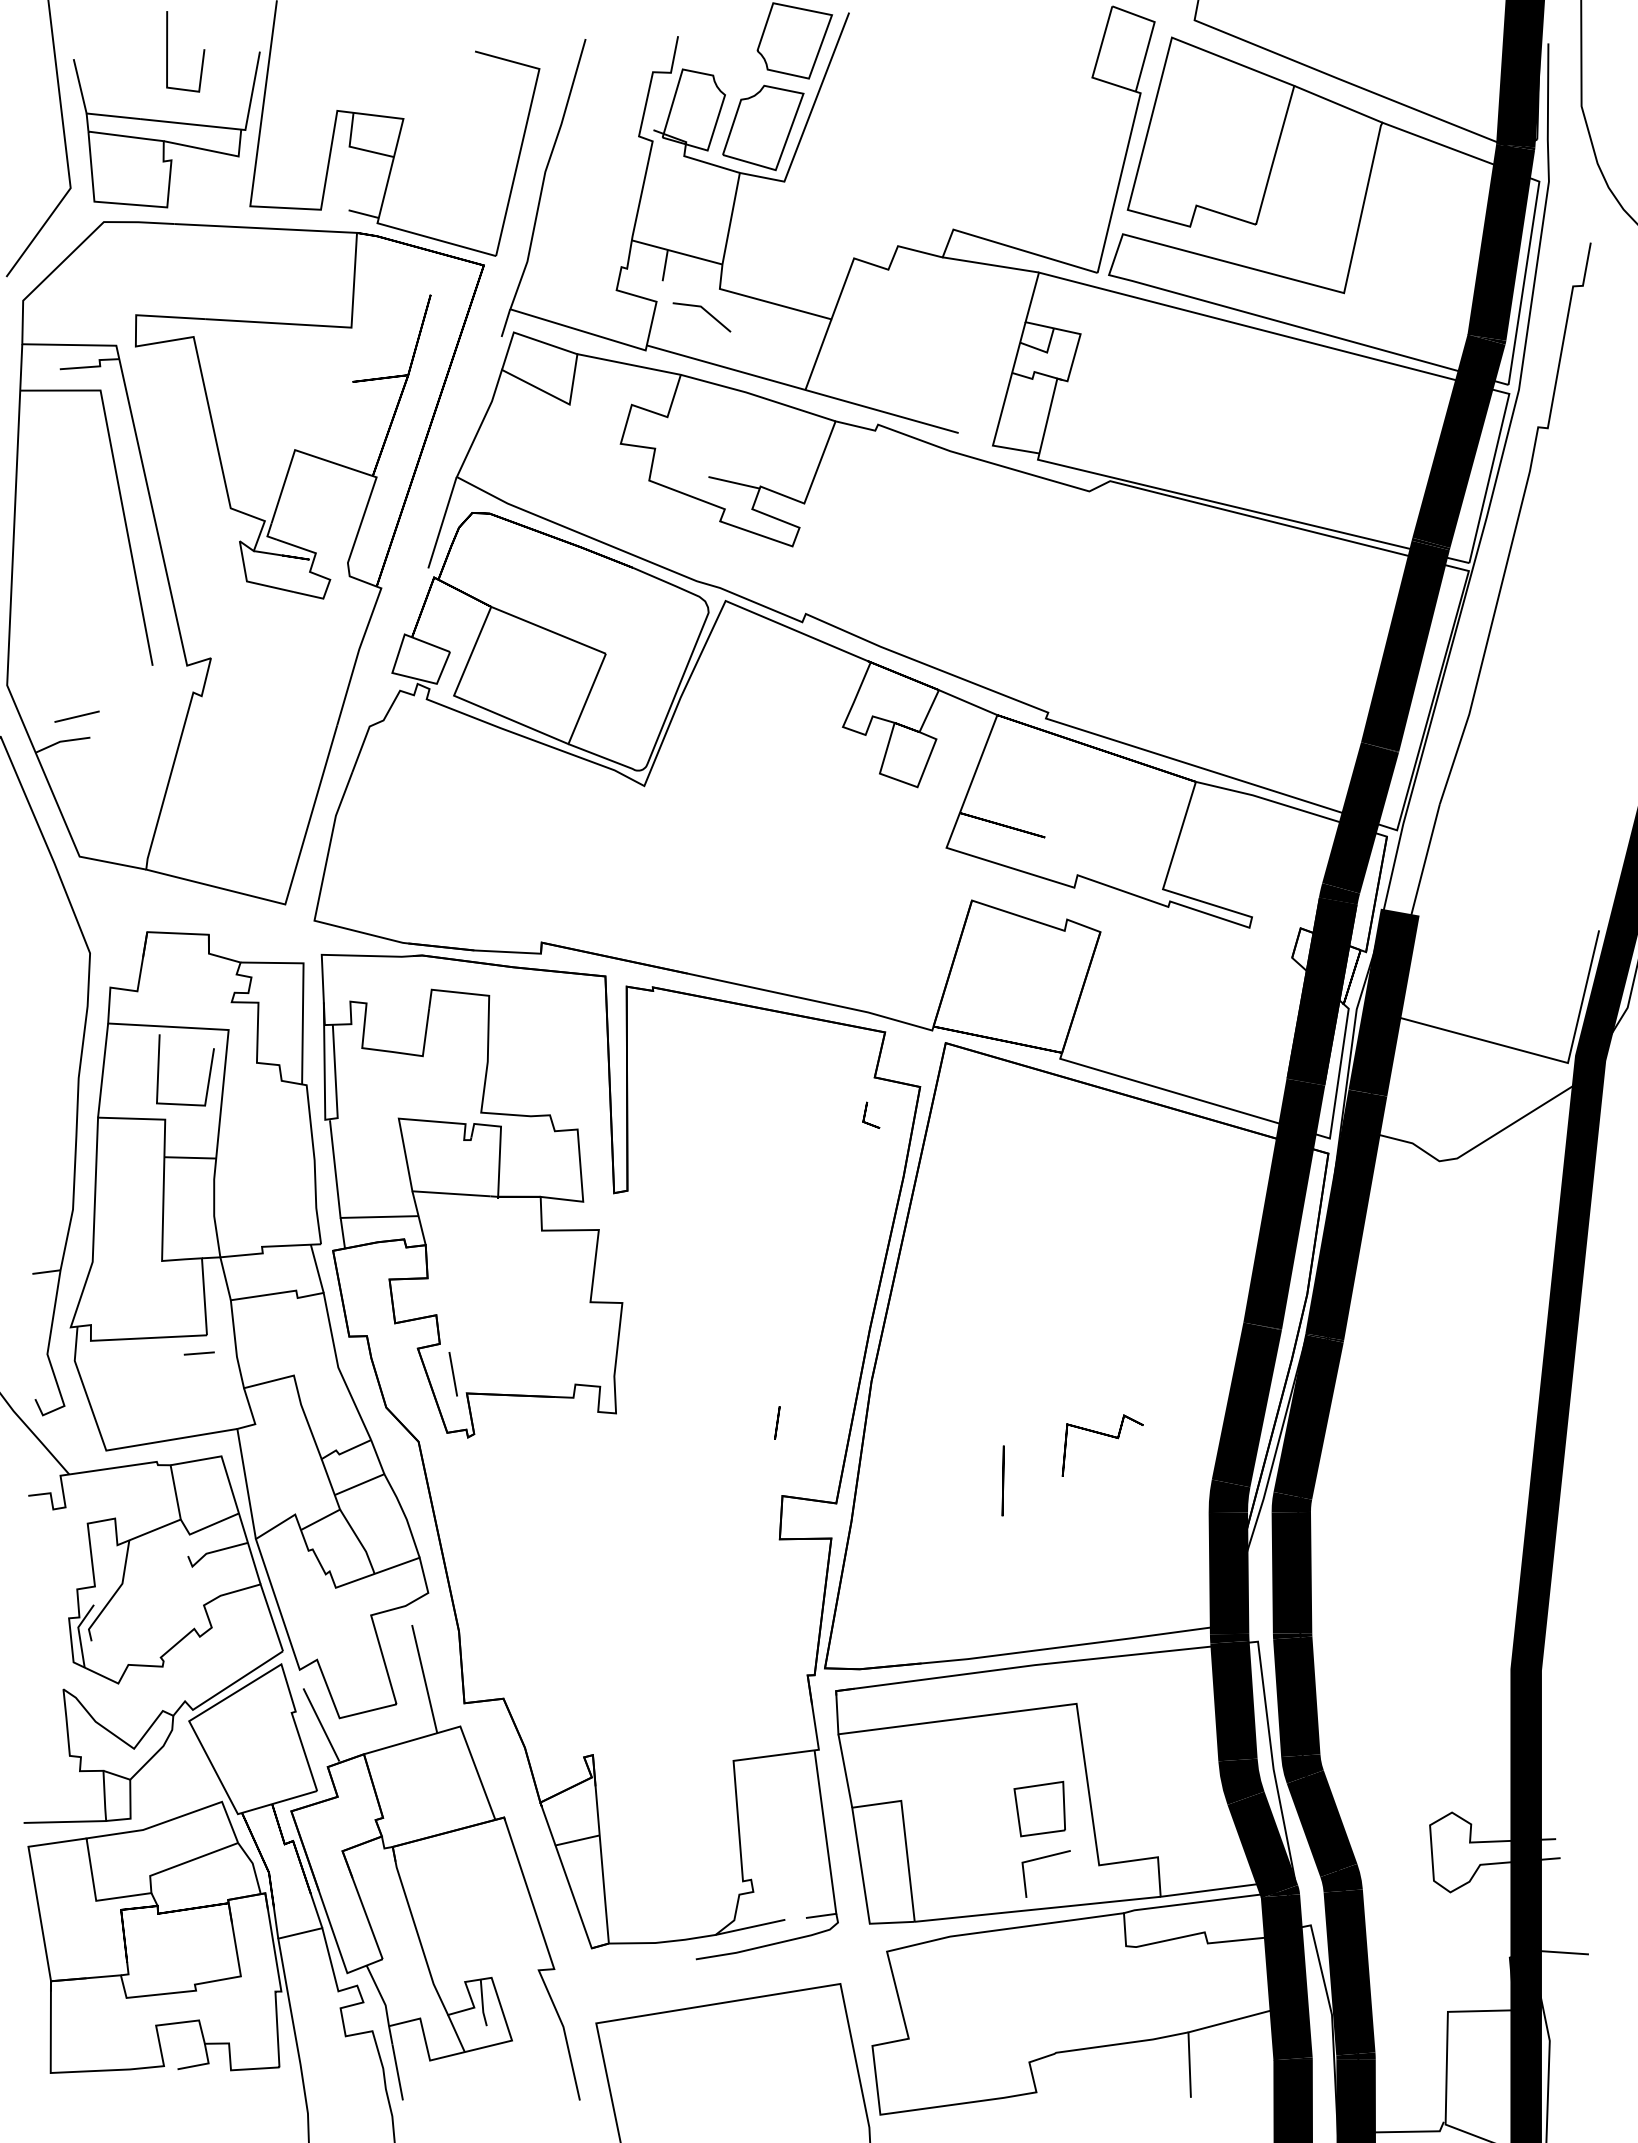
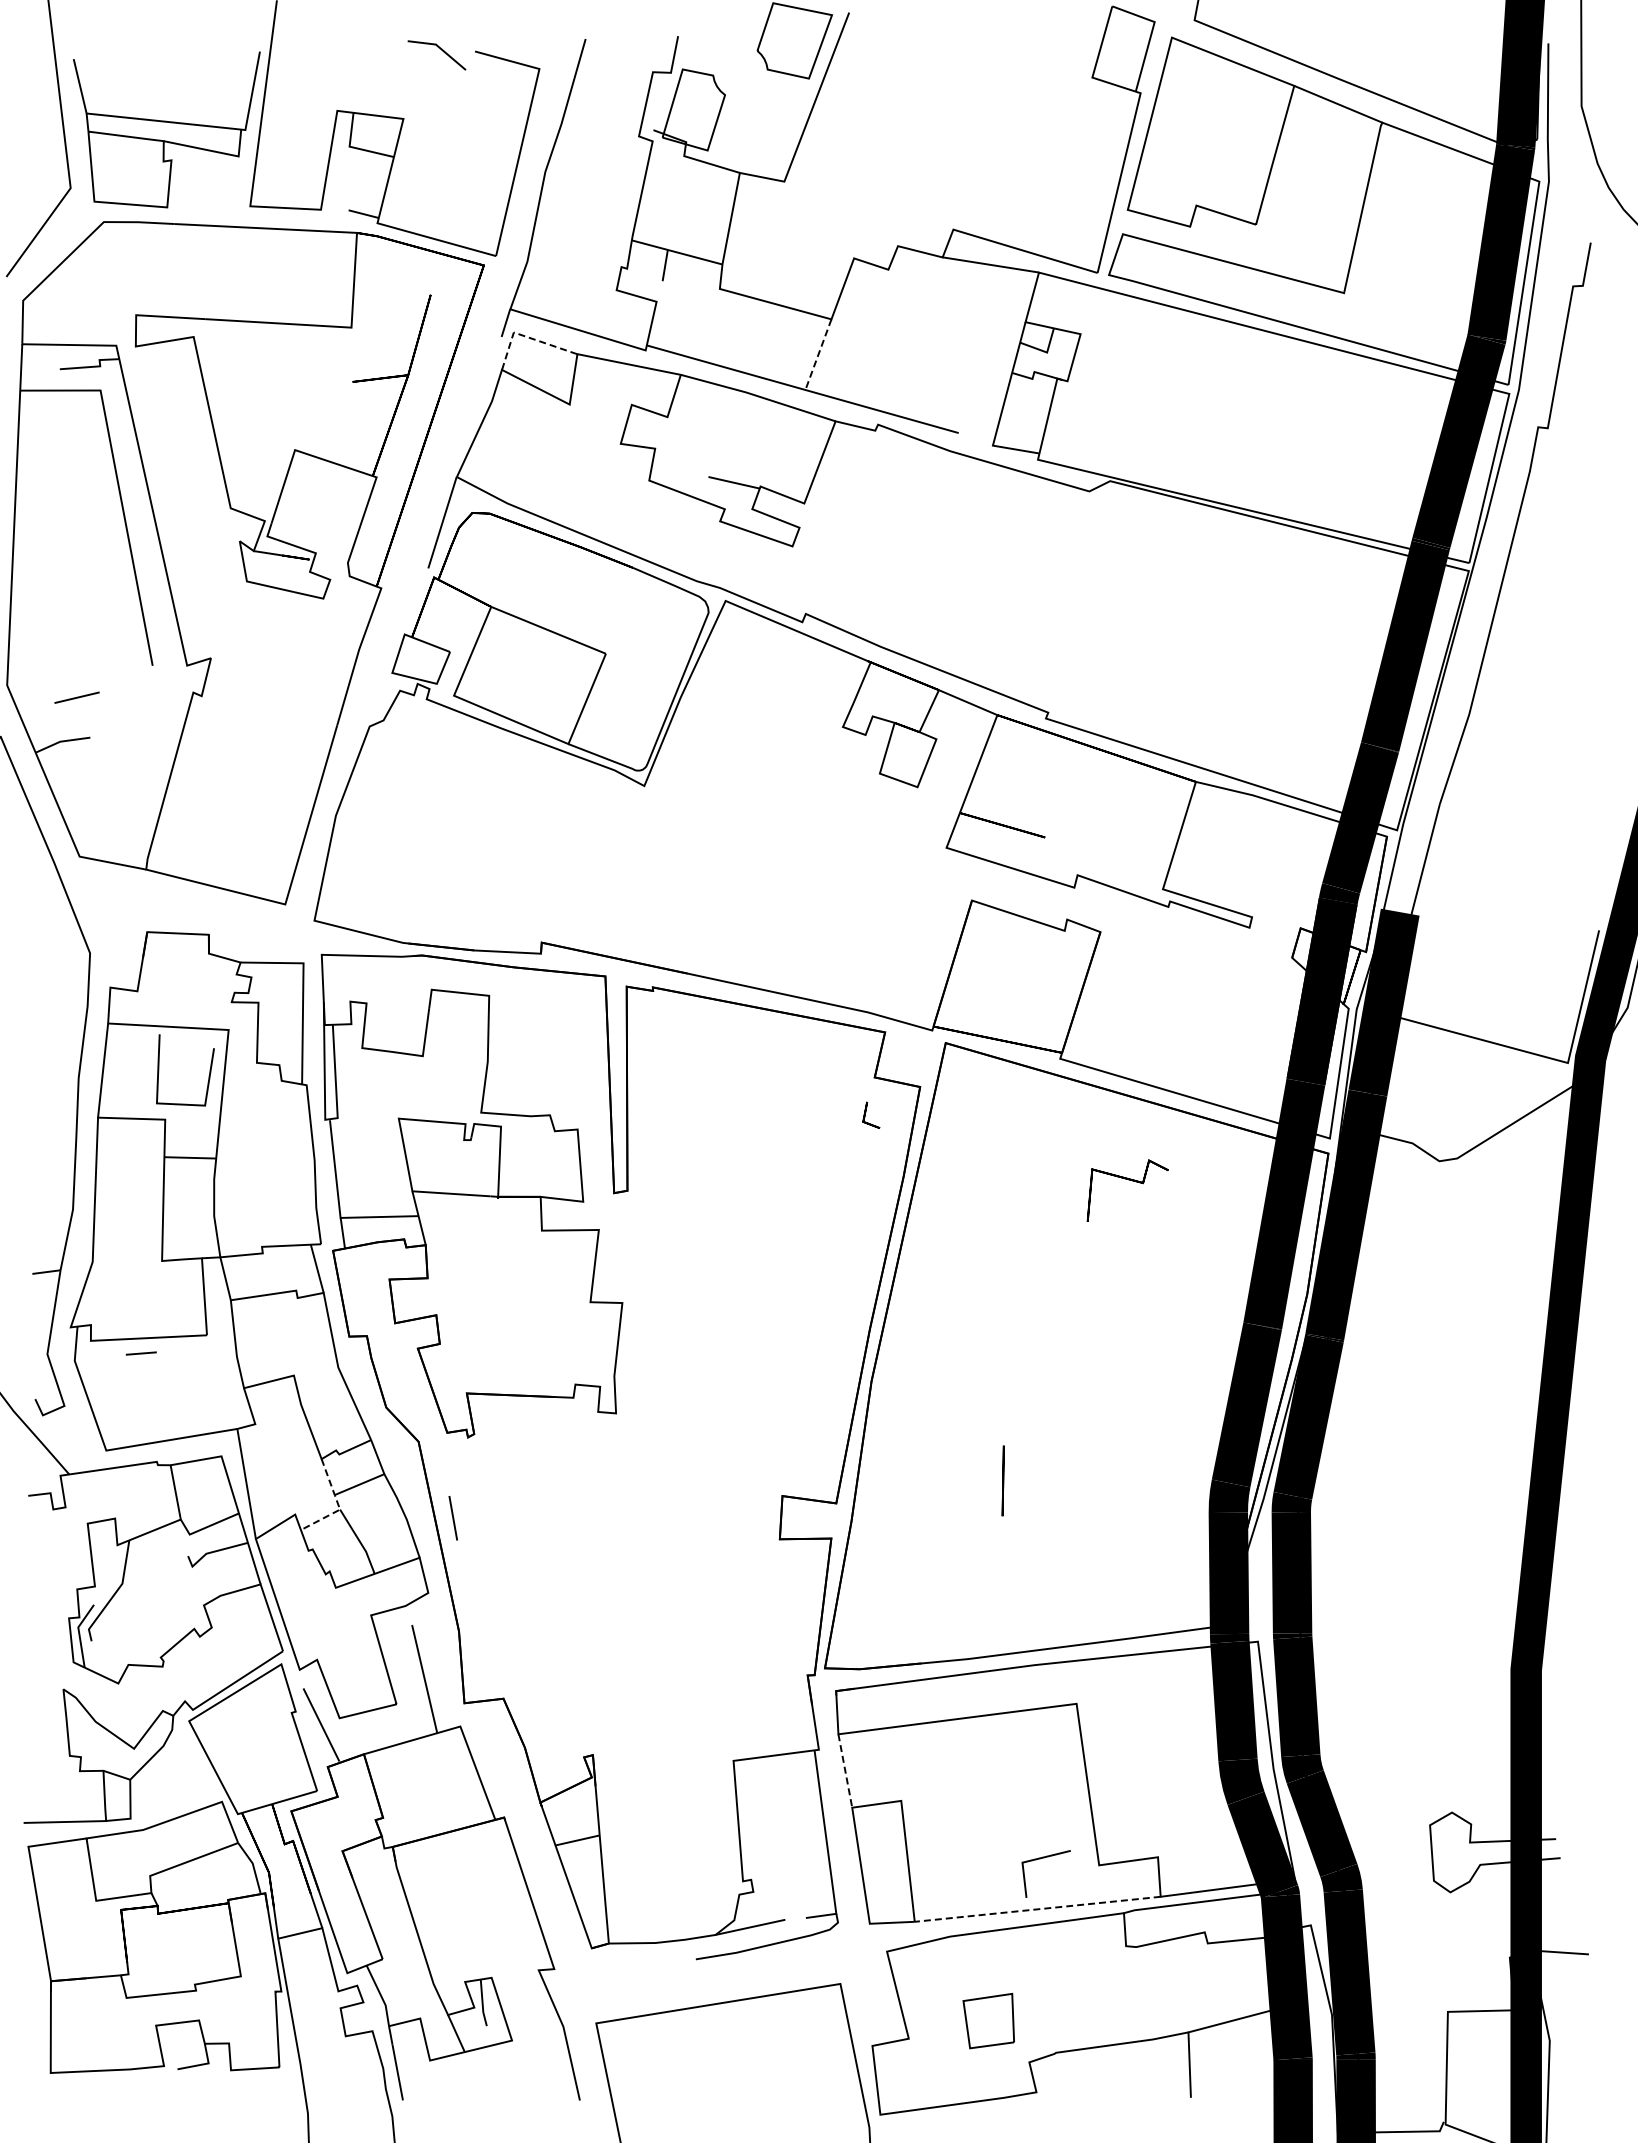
line at (202, 54): present -> none
part at (763, 127): present -> none
line at (706, 312) position: (706, 312) -> (441, 50)
line at (527, 337): solid -> dashed
line at (818, 355): solid -> dashed
line at (76, 716) position: (76, 716) -> (76, 697)
line at (198, 1353) position: (198, 1353) -> (140, 1353)
line at (452, 1374) position: (452, 1374) -> (452, 1518)
line at (777, 1422): present -> none
part at (1103, 1435) position: (1103, 1435) -> (1128, 1180)
line at (338, 1505): solid -> dashed
line at (845, 1771): solid -> dashed
part at (1039, 1808) position: (1039, 1808) -> (988, 2020)
line at (1037, 1909): solid -> dashed
